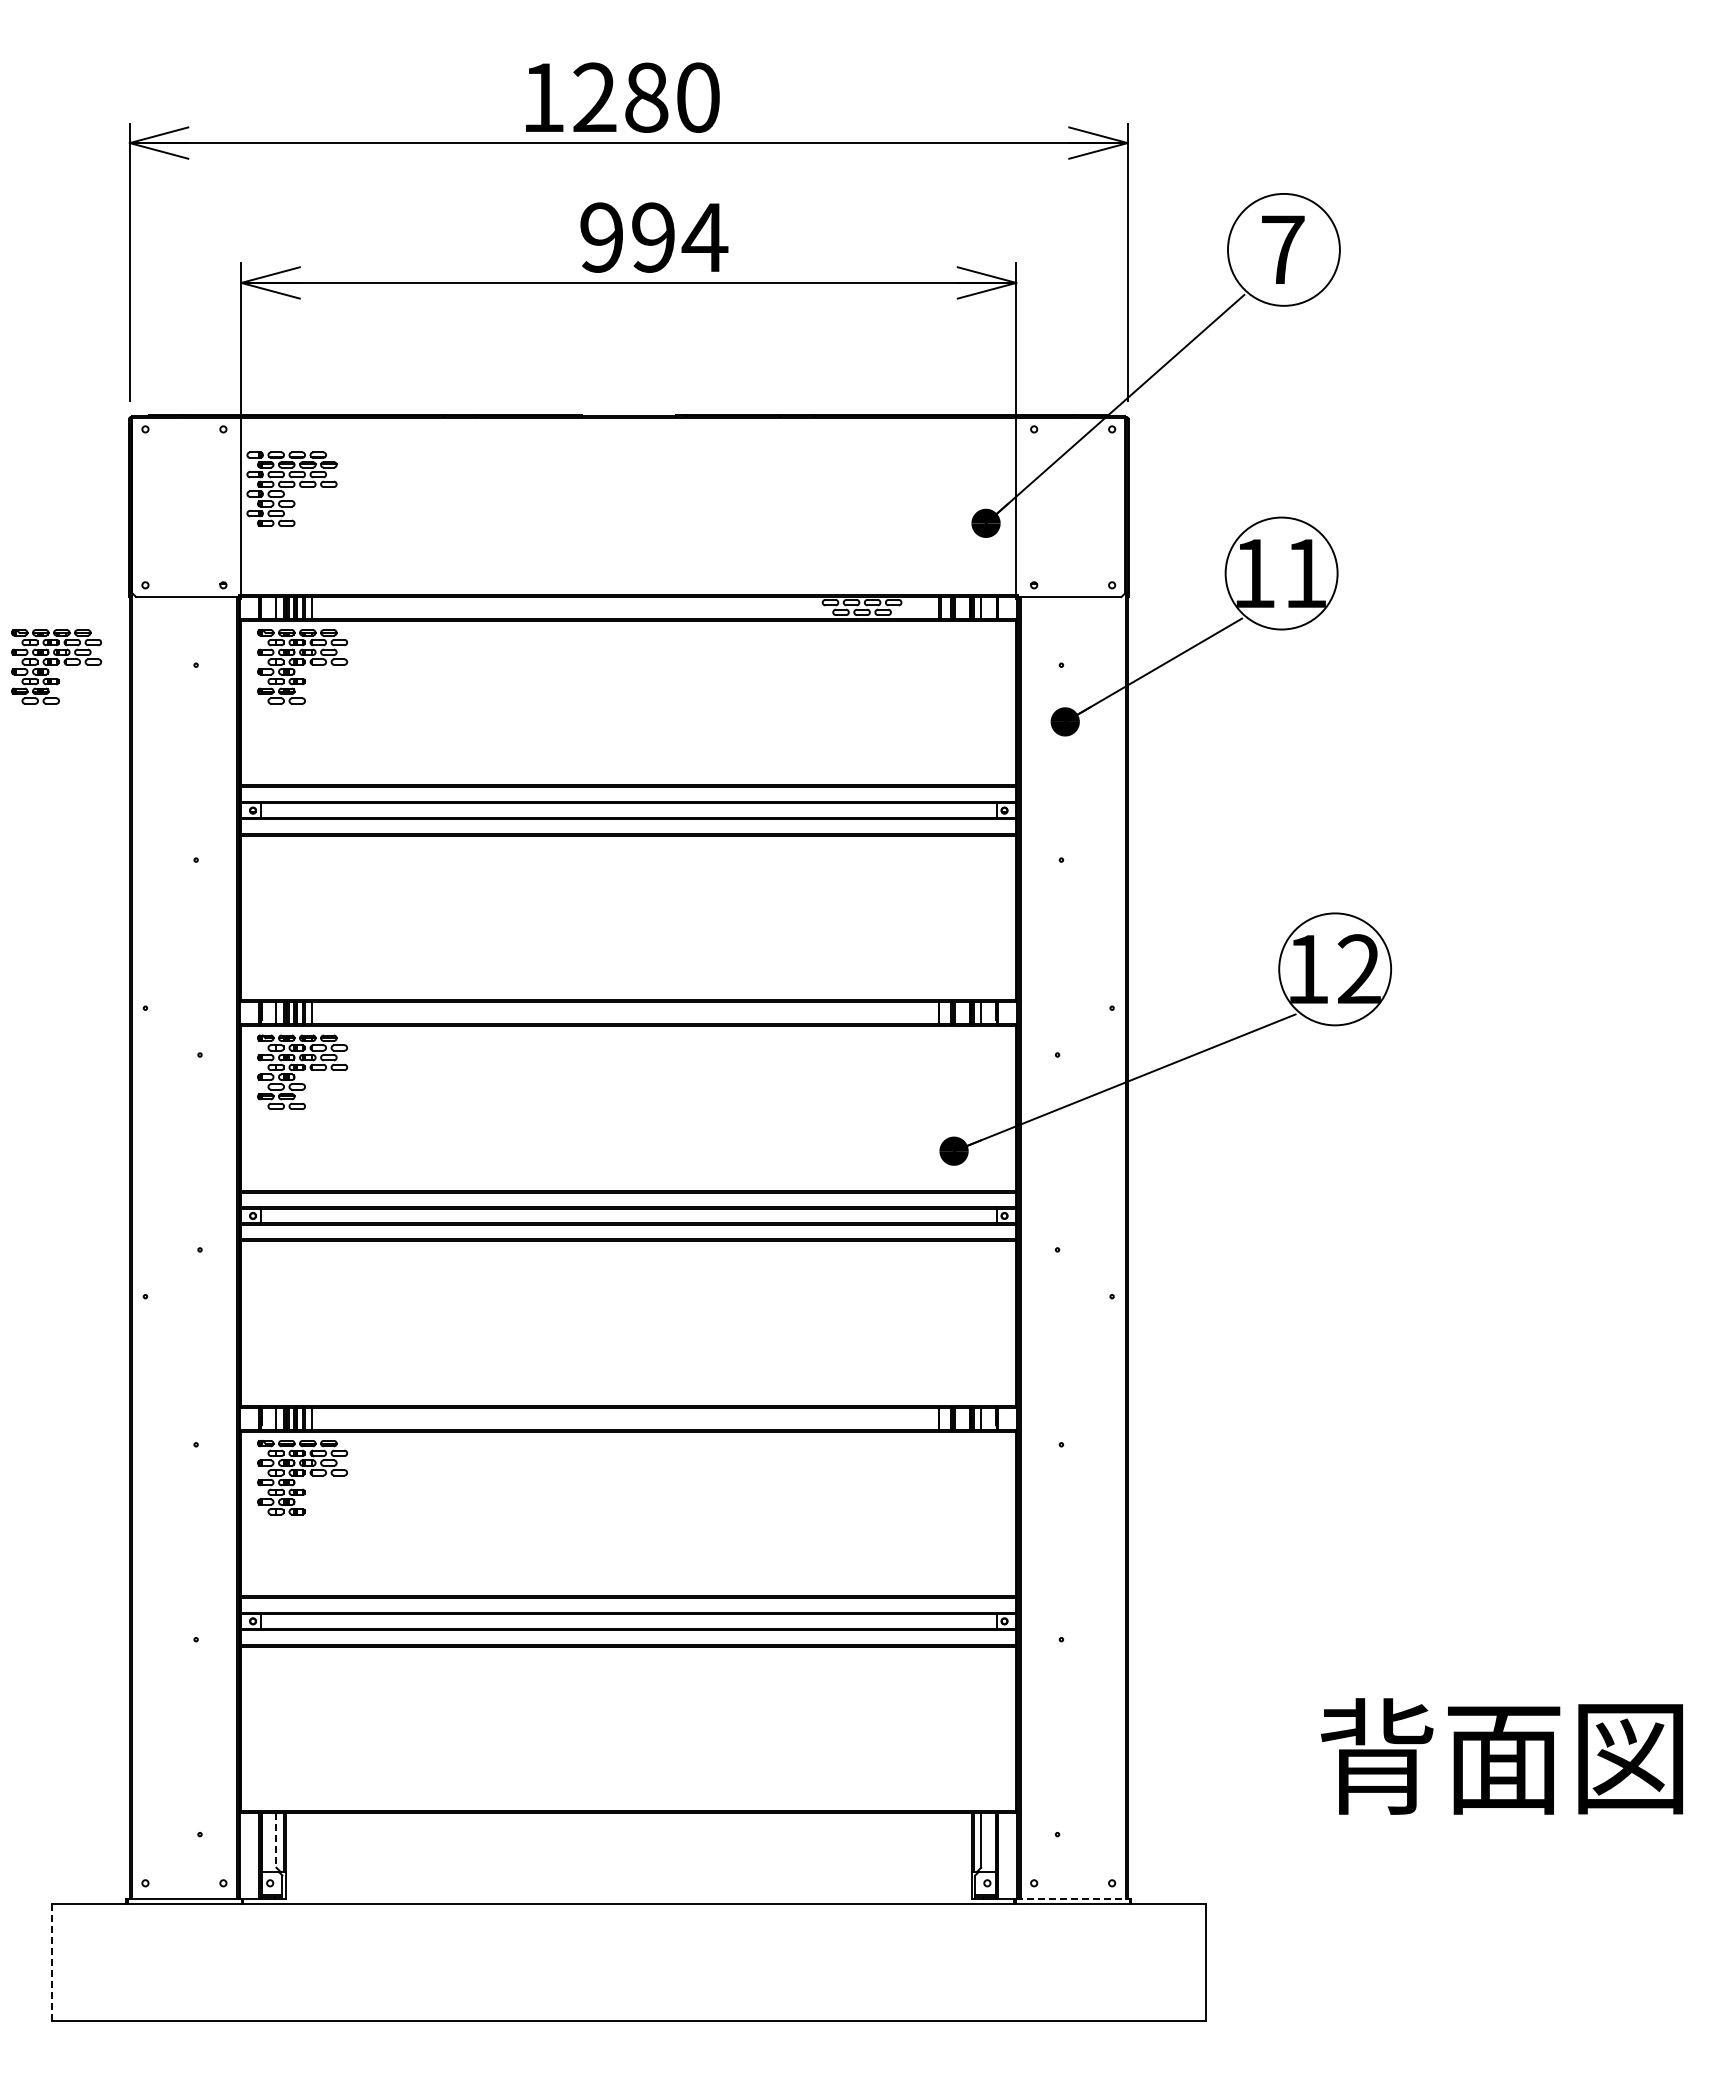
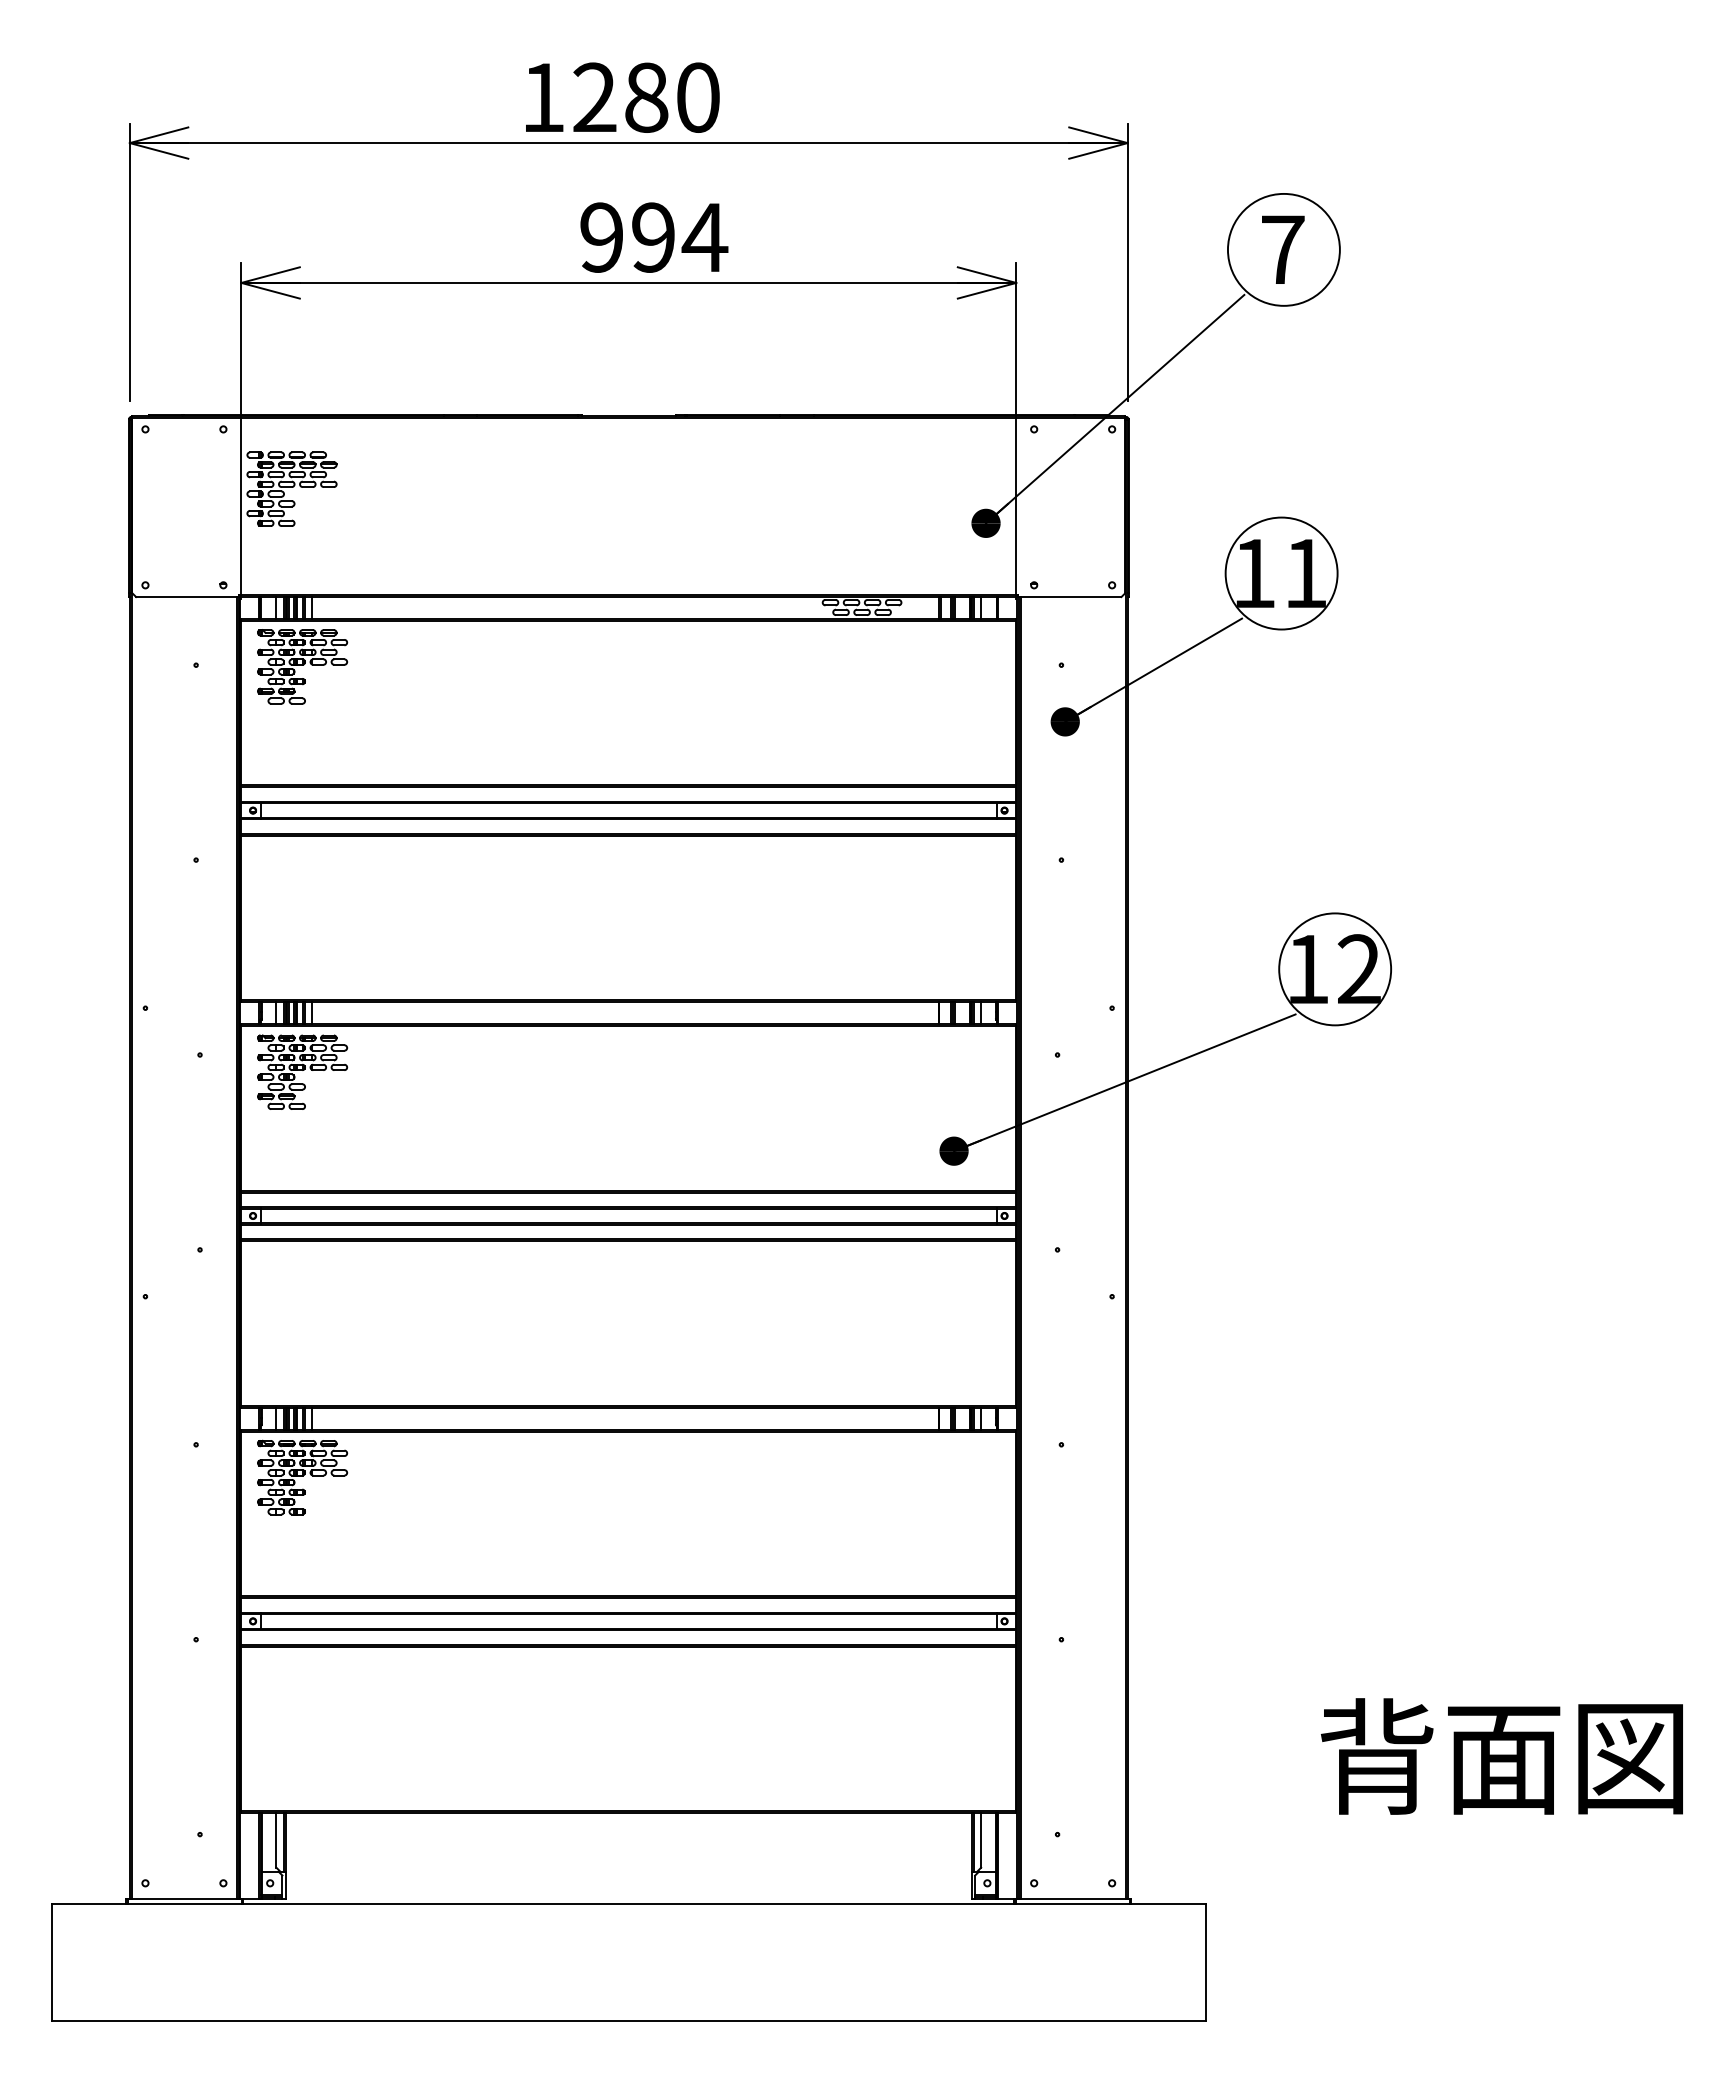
part at (56, 666): present -> none
line at (276, 1840): dashed -> solid
line at (1072, 1898): dashed -> solid
line at (51, 1961): dashed -> solid
